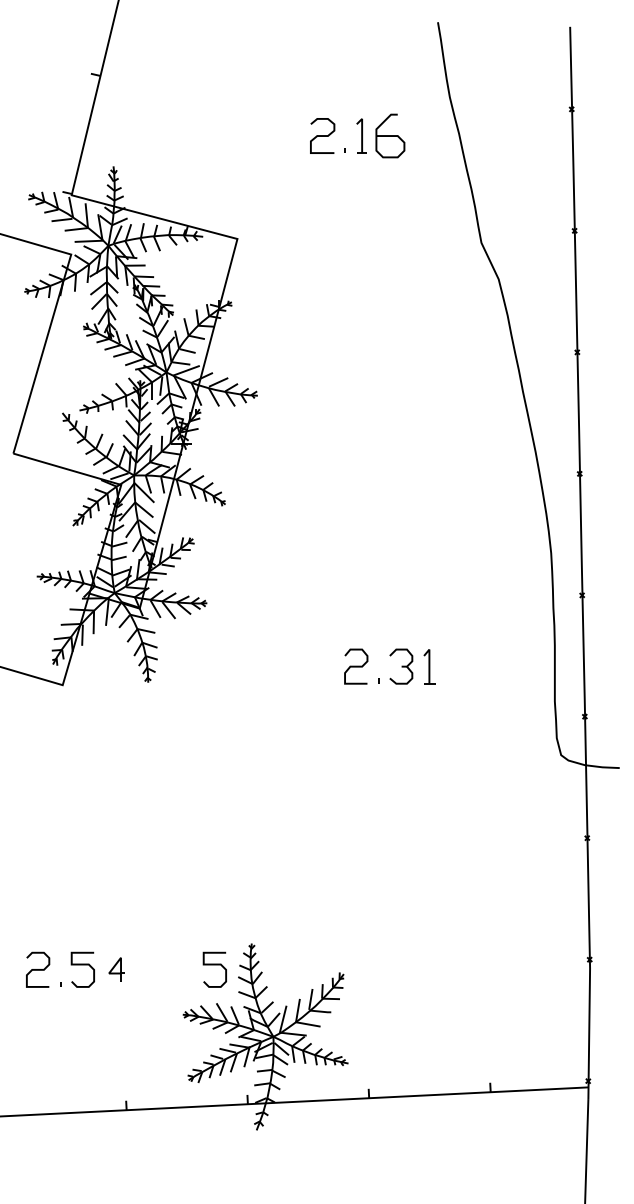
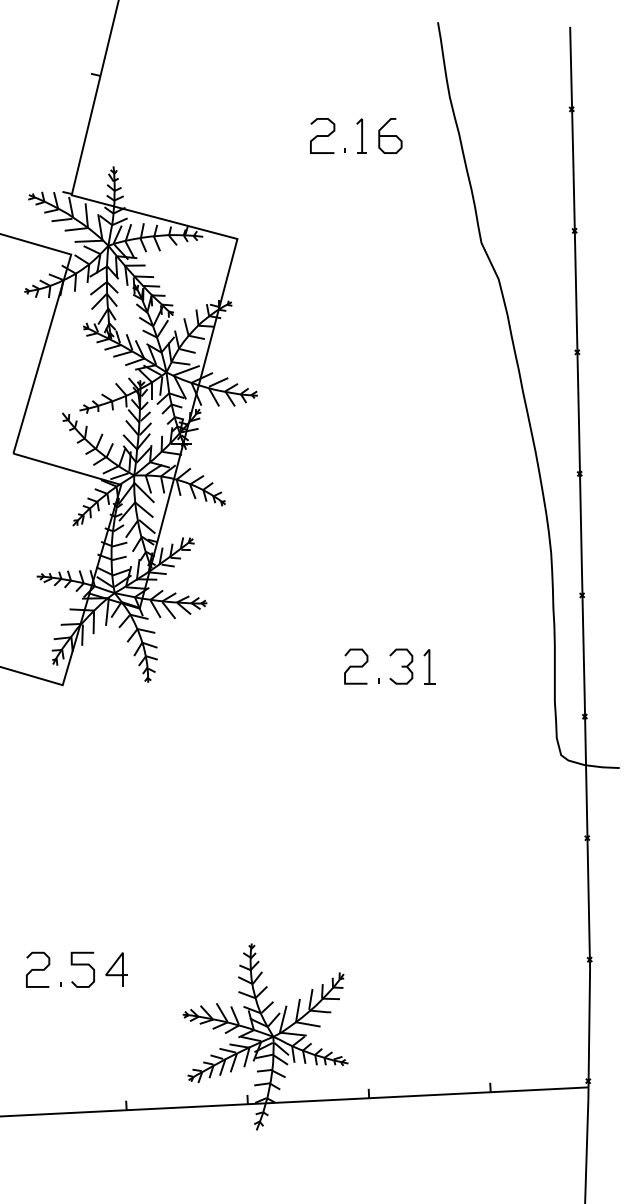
part at (390, 135) size: 31x46 px -> 25x36 px
curve at (214, 965): present -> none
part at (116, 969) size: 17x25 px -> 23x35 px
